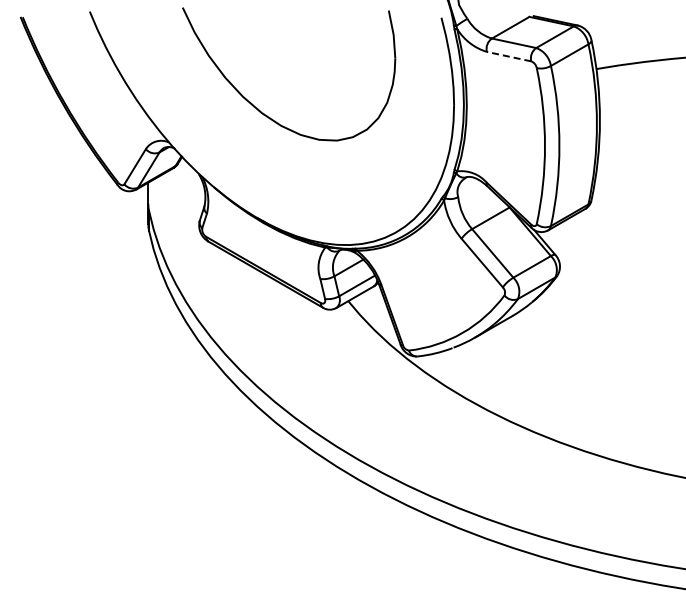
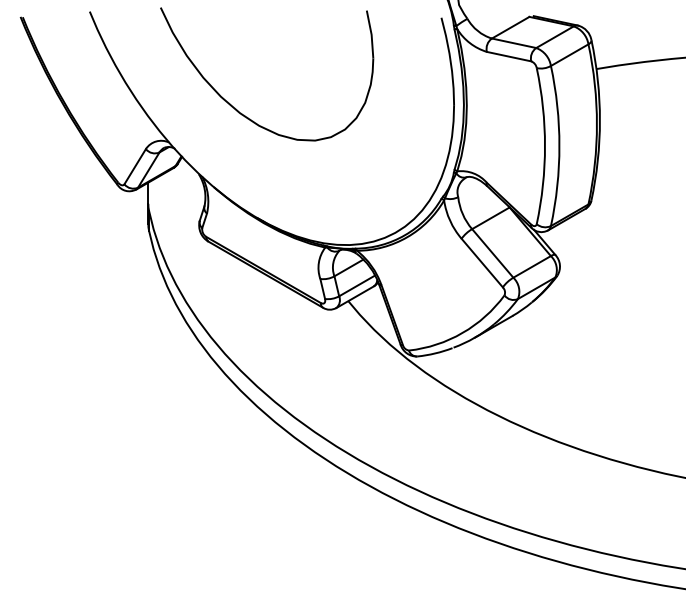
line at (509, 56): dashed -> solid
part at (258, 108) position: (258, 108) -> (236, 108)
